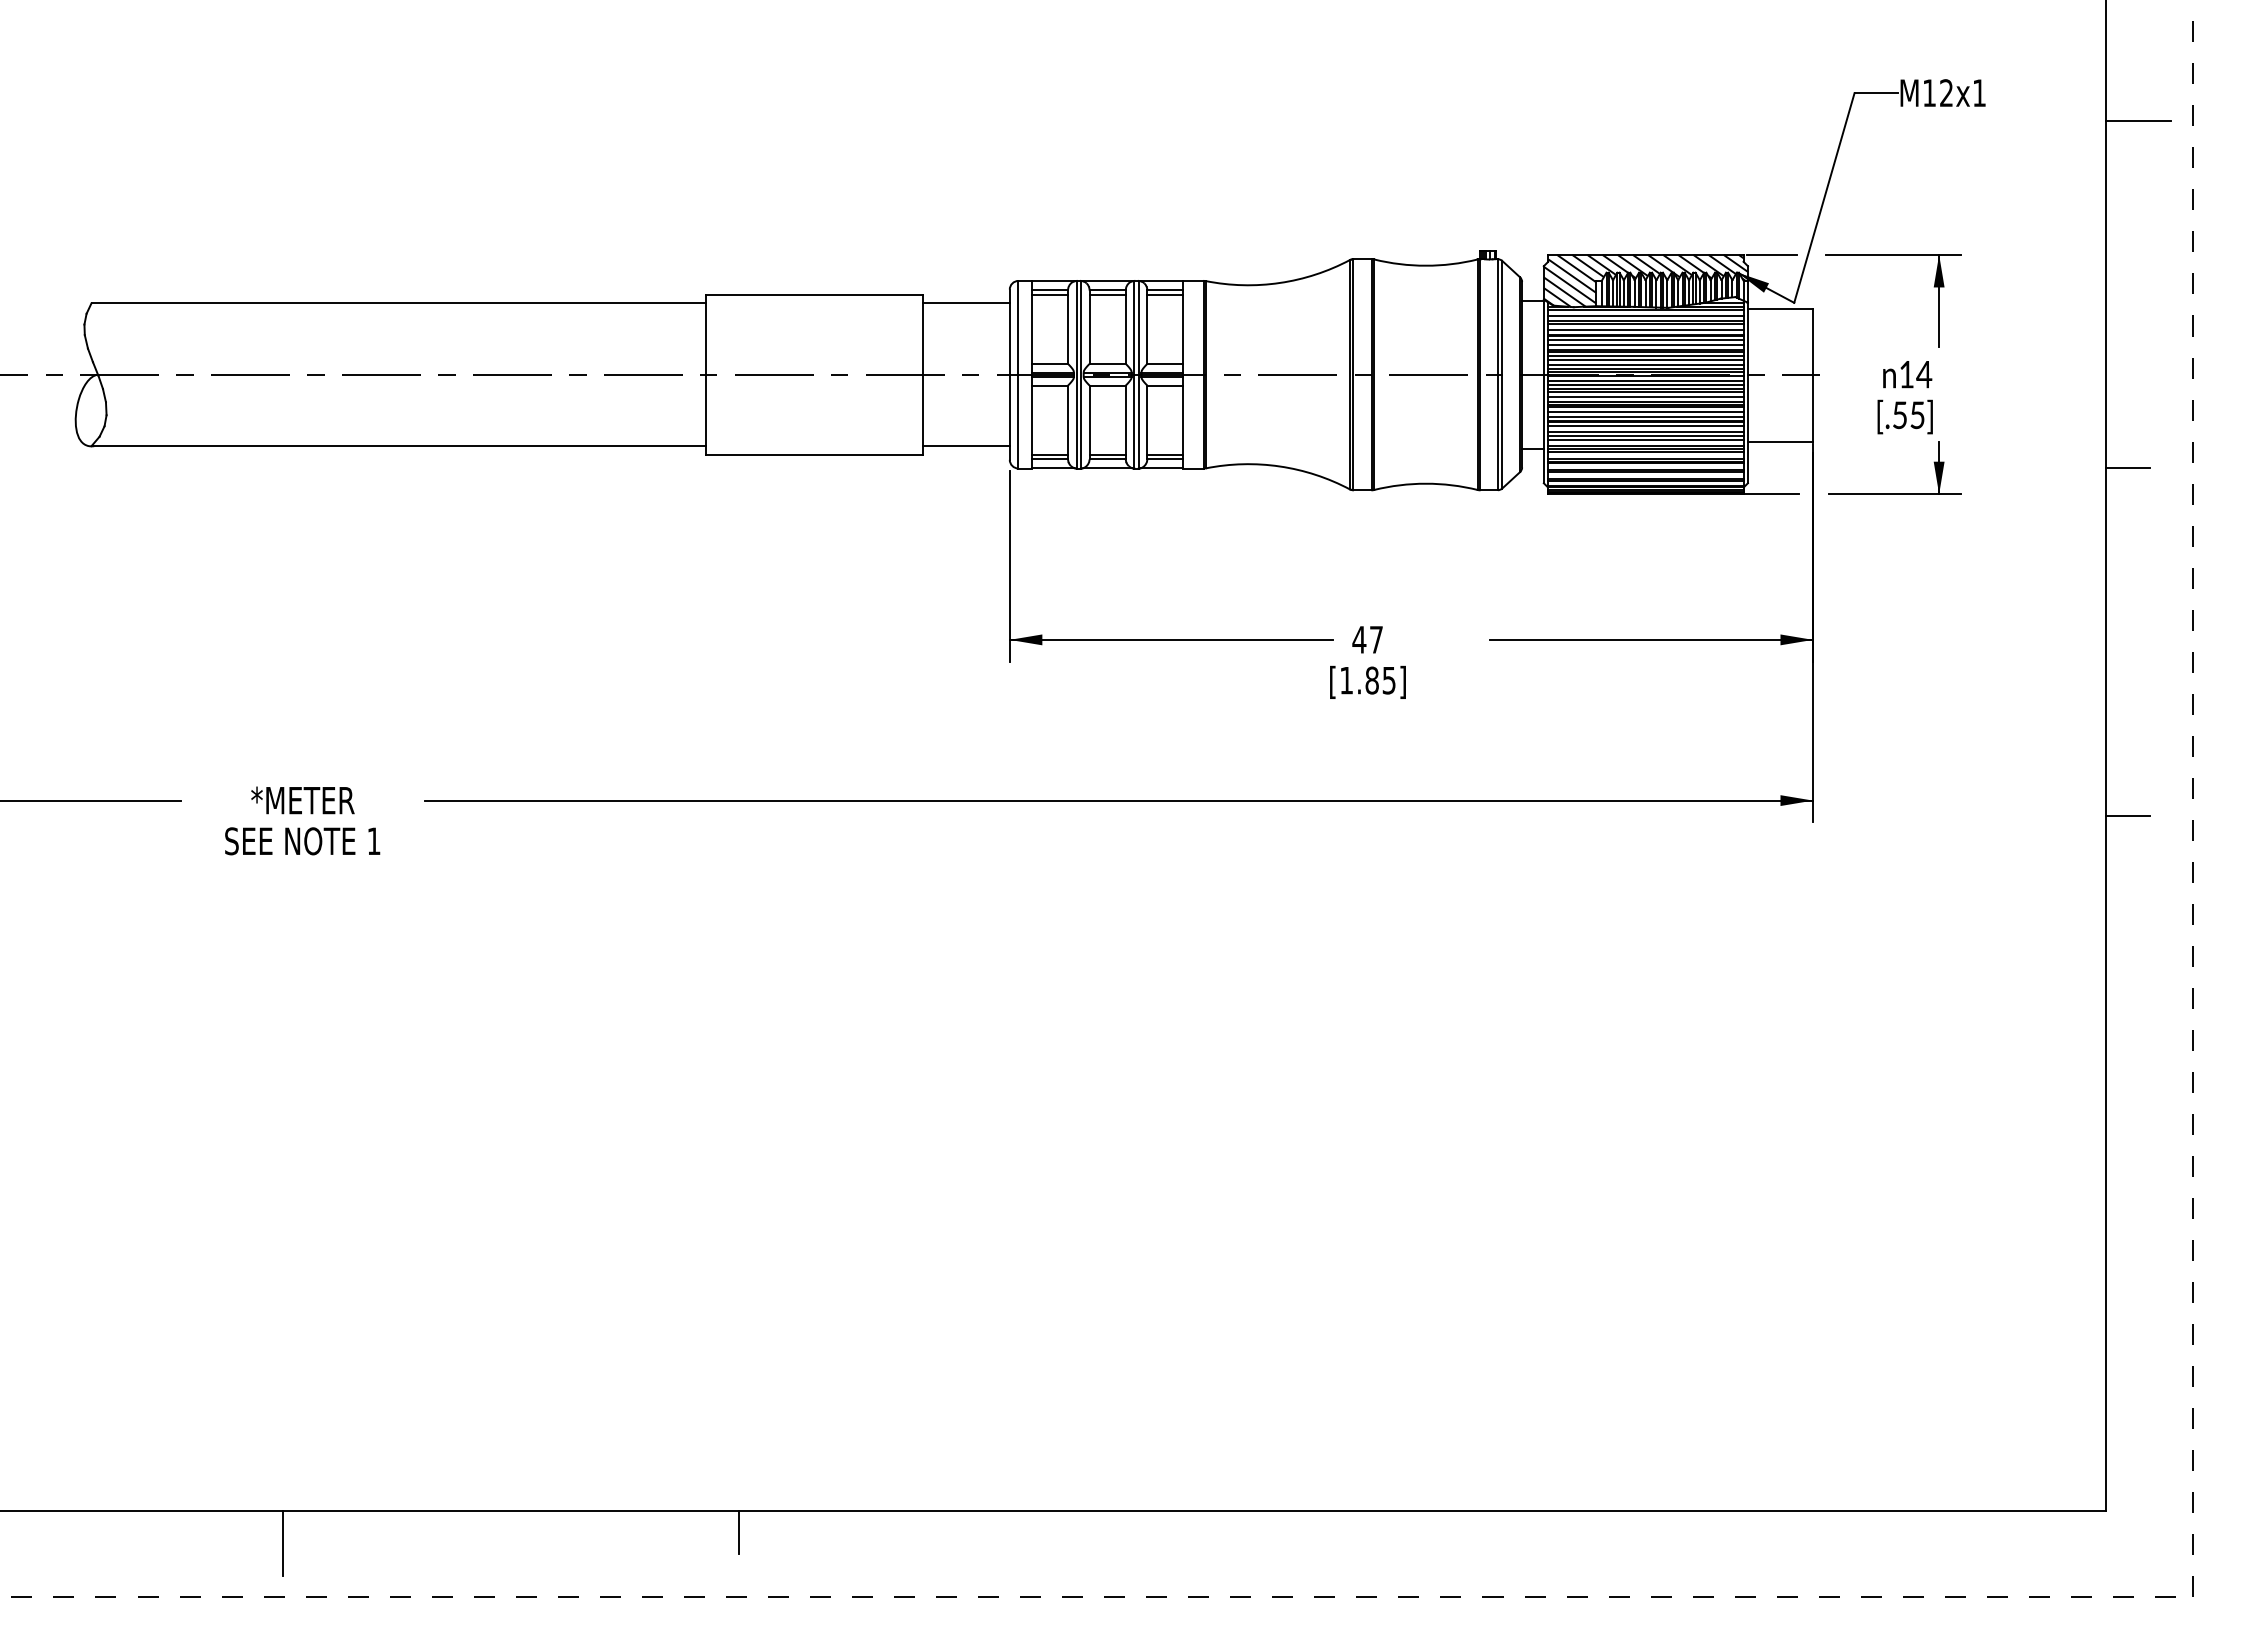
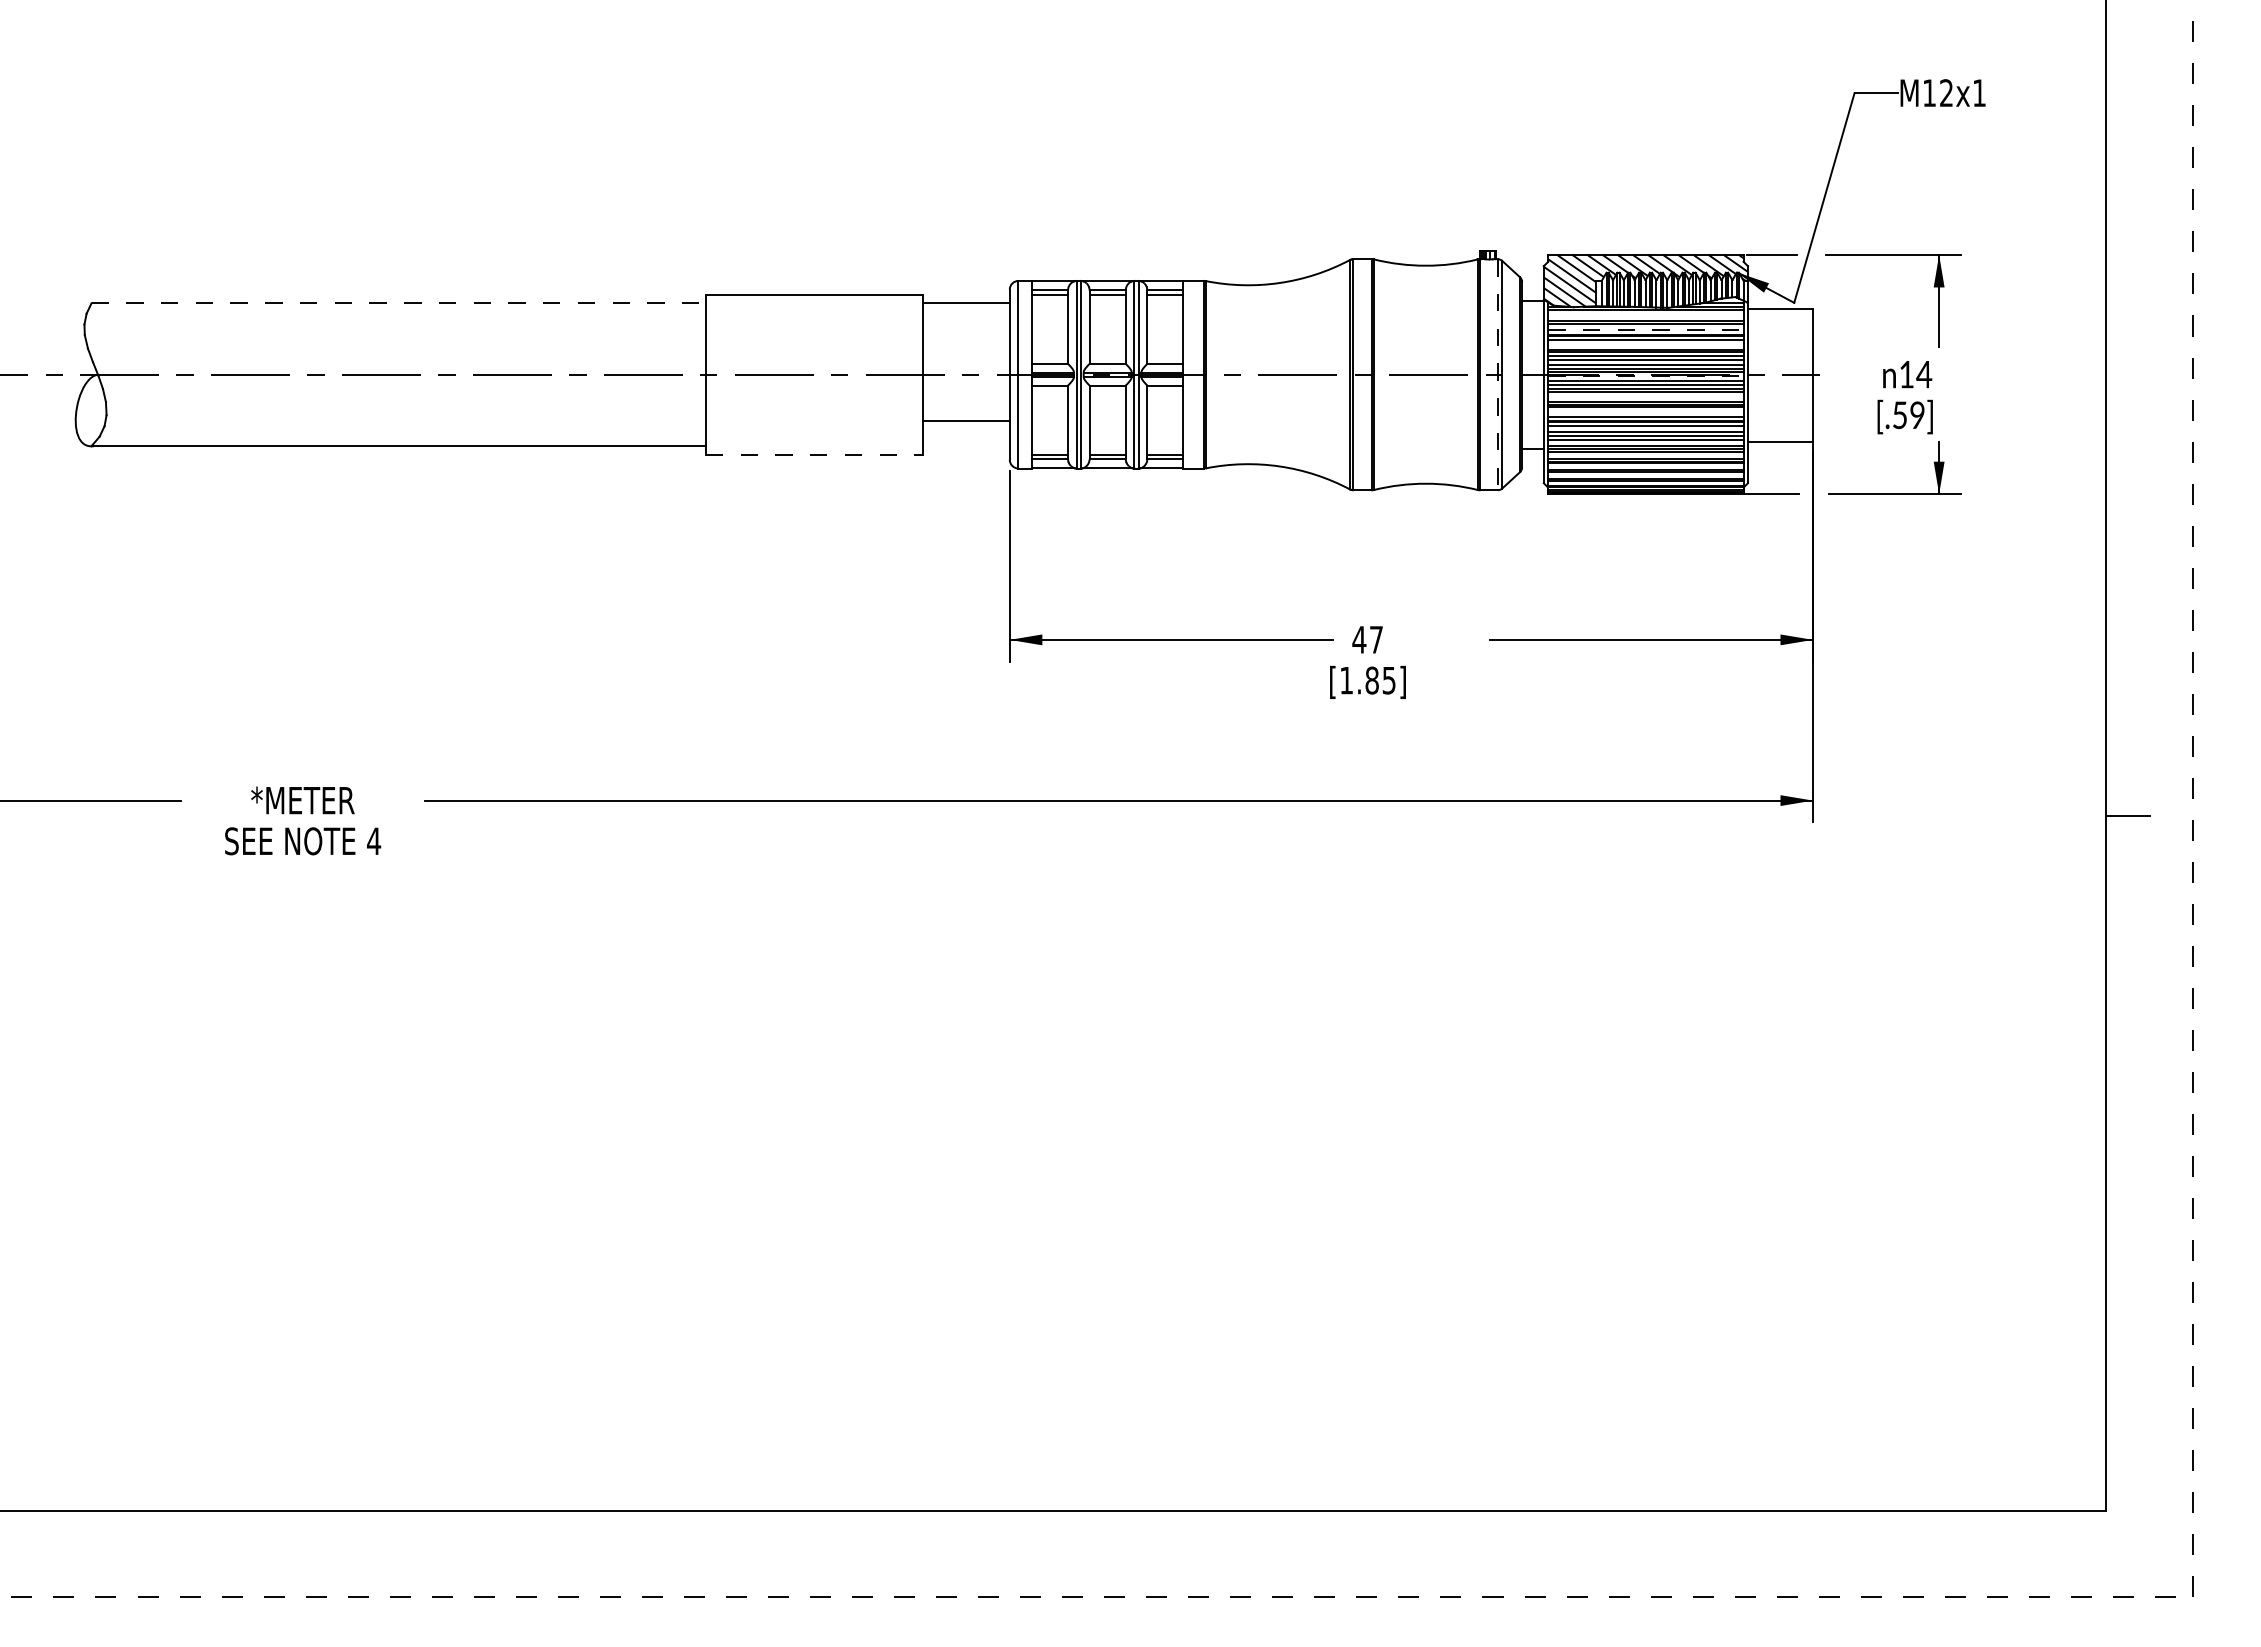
line at (2138, 121): present -> none
line at (399, 303): solid -> dashed
line at (1645, 316): present -> none
line at (1645, 330): solid -> dashed
line at (1645, 344): present -> none
line at (1497, 375): solid -> dashed
line at (1645, 376): solid -> dashed
line at (1645, 396): present -> none
line at (1645, 412): present -> none
text at (1917, 415): [.55] -> [.59]
line at (965, 446) position: (965, 446) -> (965, 421)
line at (814, 454): solid -> dashed
line at (2127, 468): present -> none
text at (374, 840): 1 -> 4
line at (738, 1531): present -> none
line at (282, 1542): present -> none
